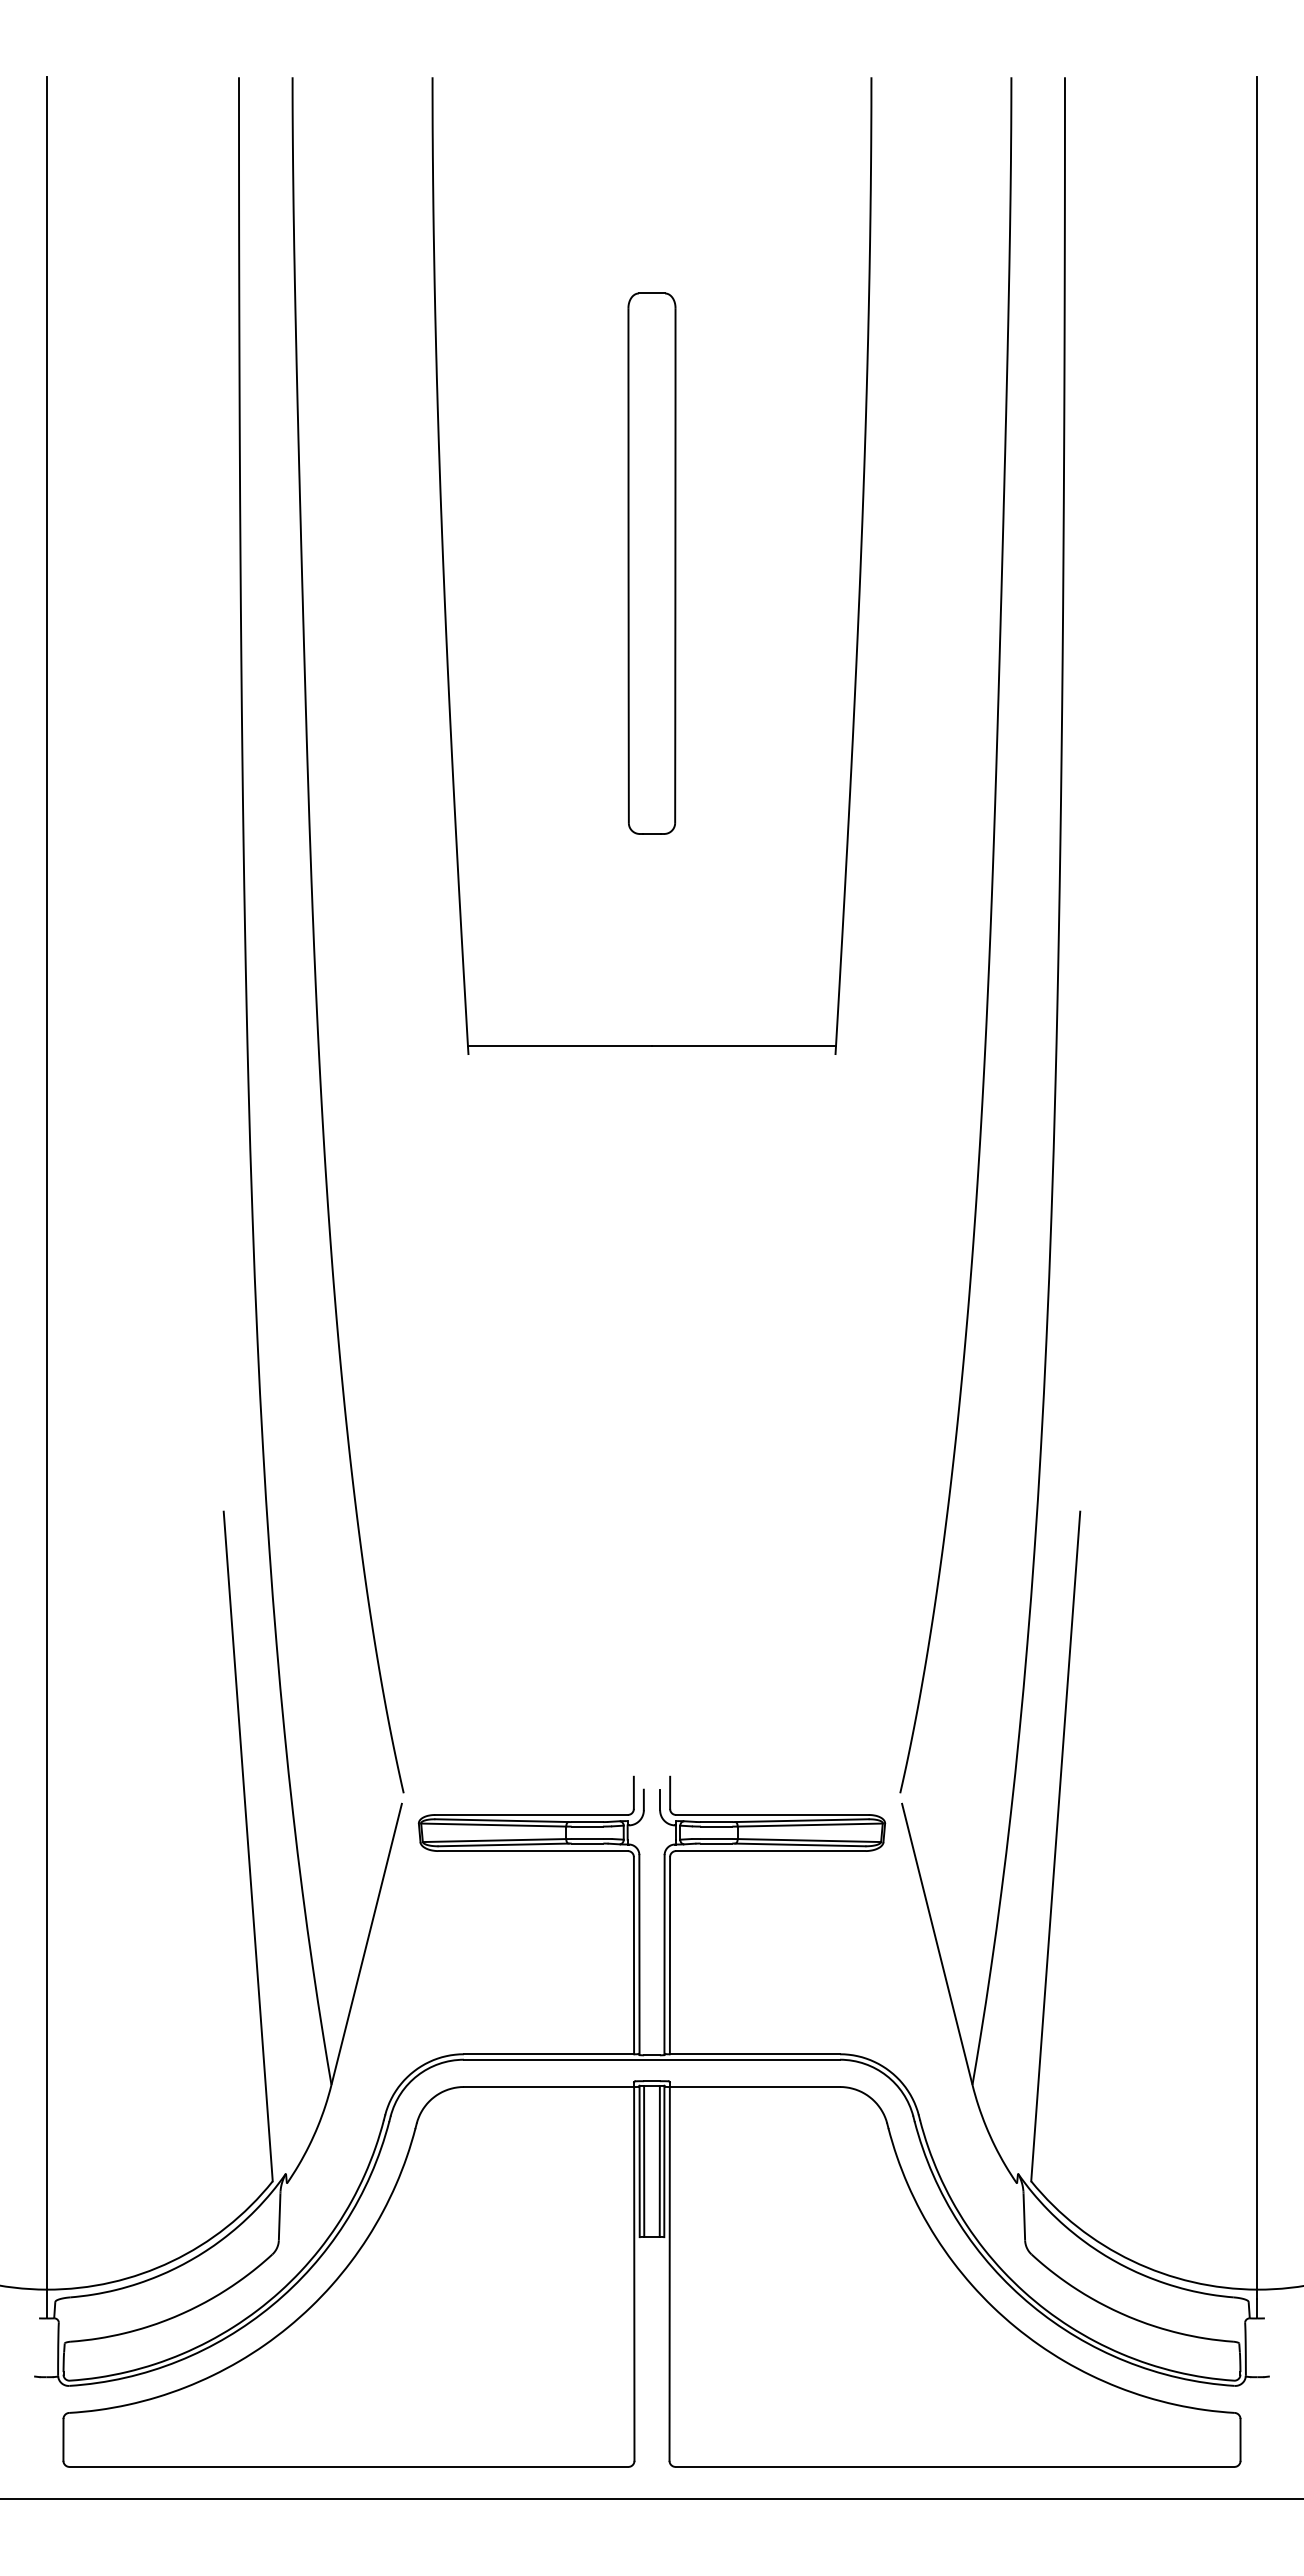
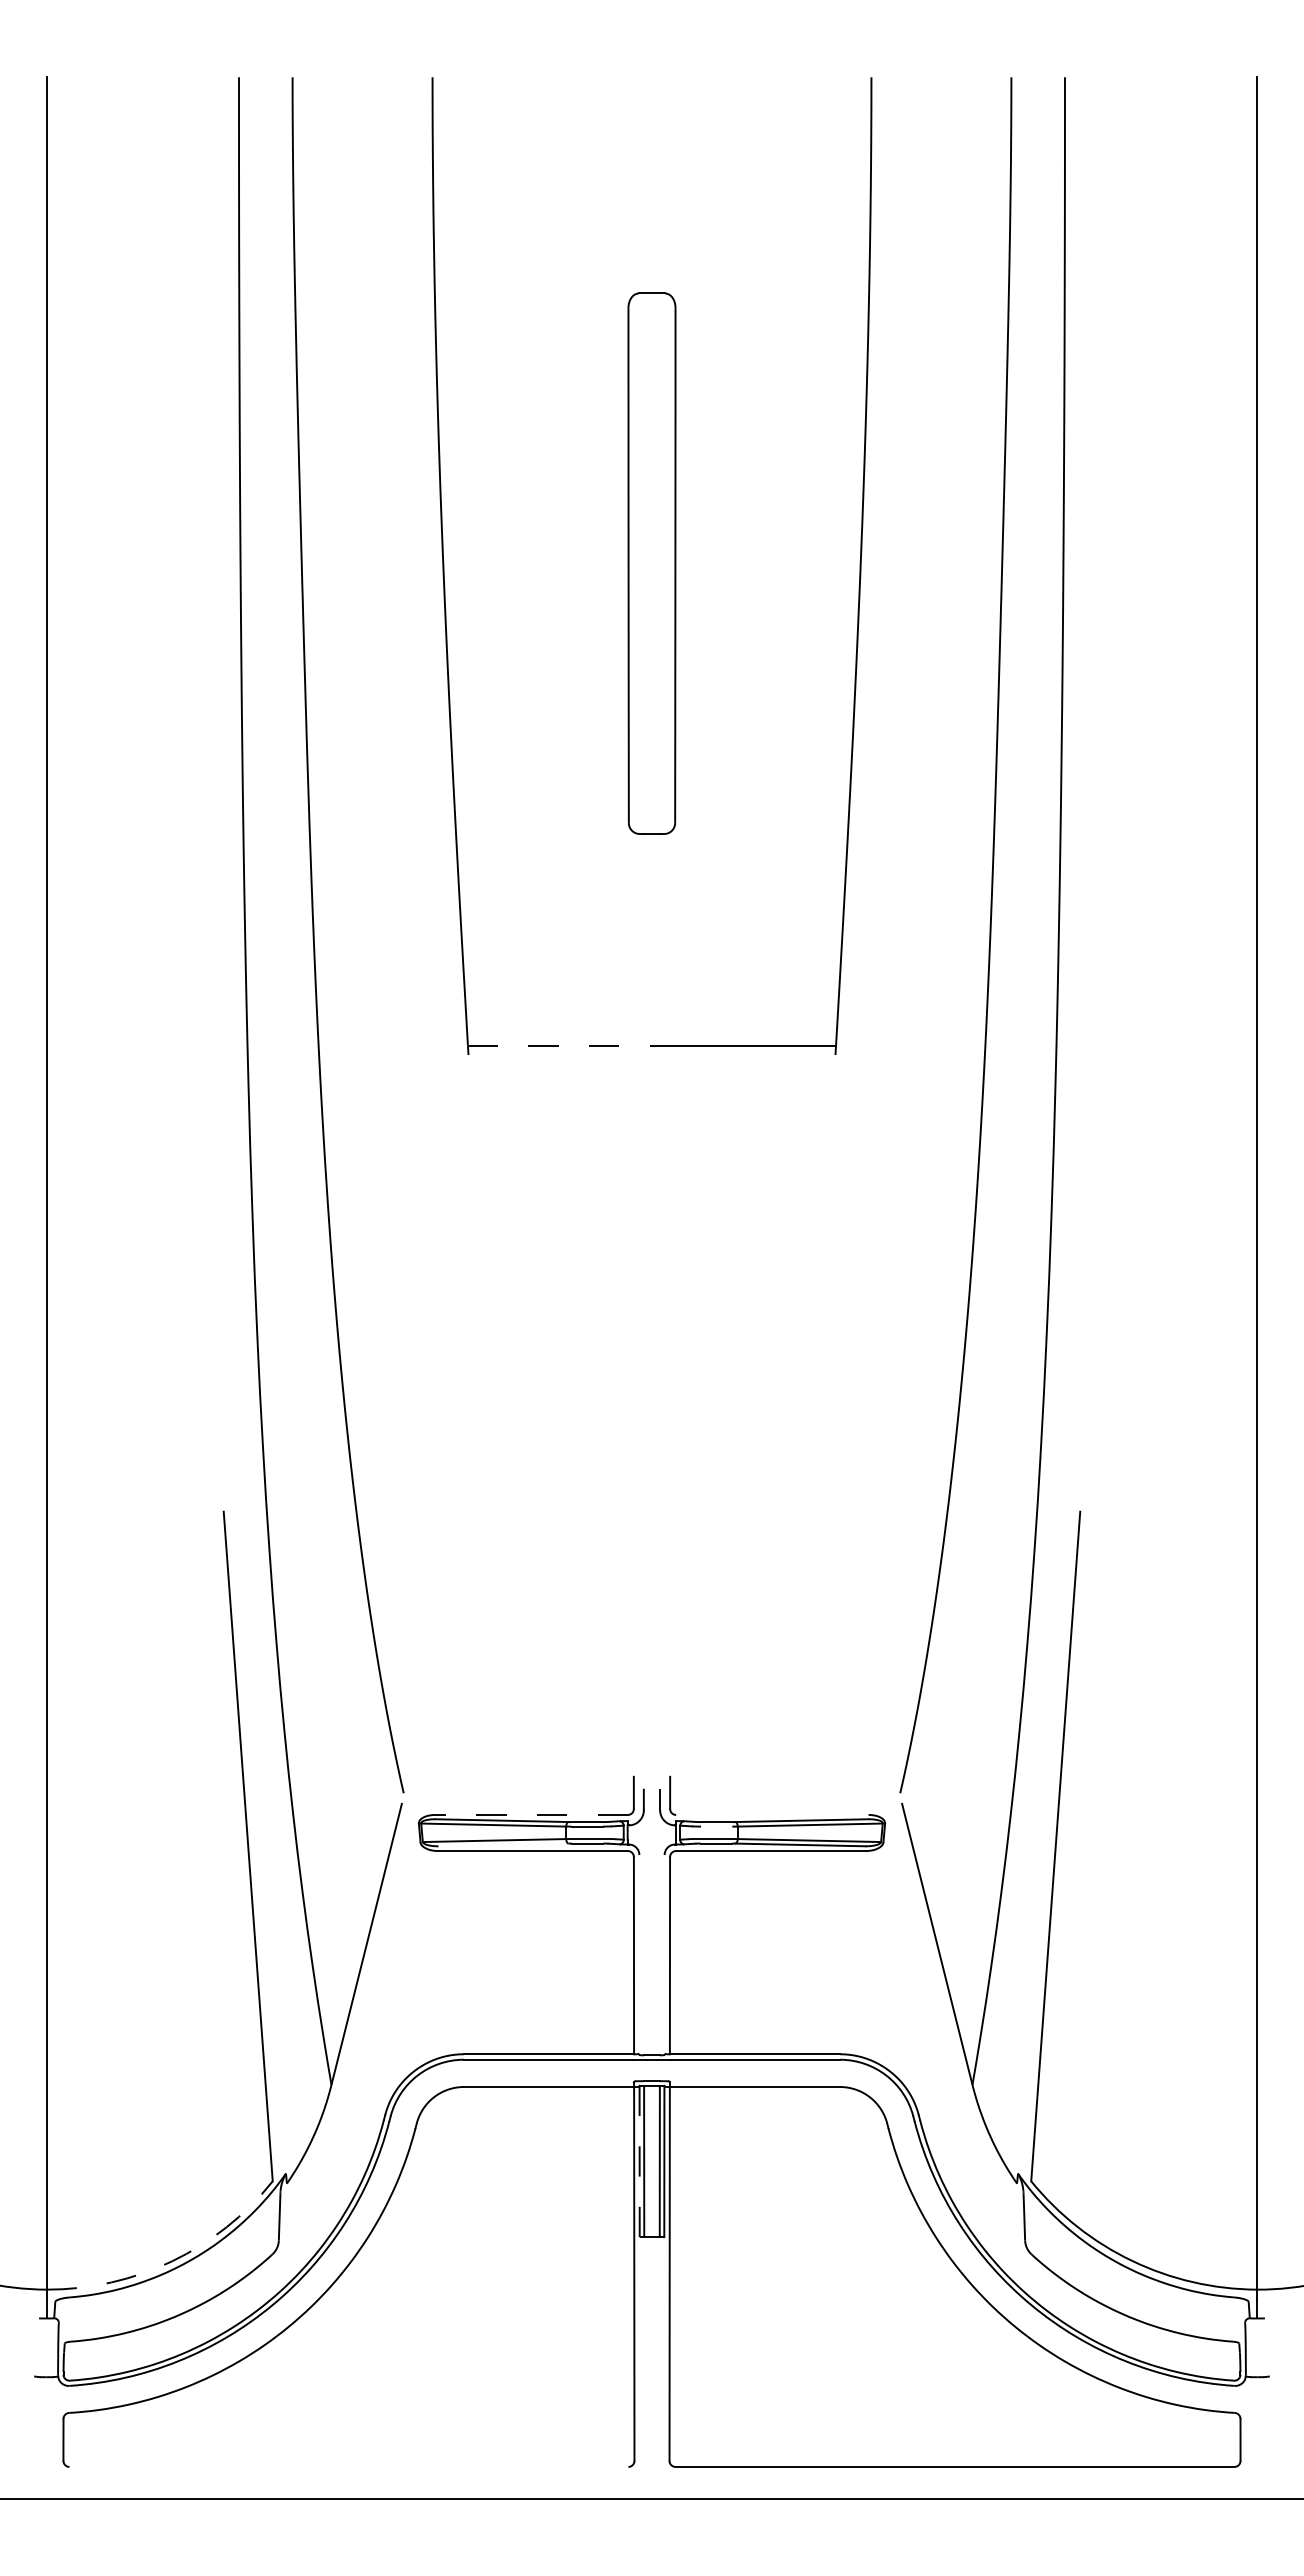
line at (560, 1045): solid -> dashed
line at (531, 1814): solid -> dashed
line at (772, 1814): present -> none
line at (716, 1826): present -> none
line at (503, 1844): present -> none
line at (639, 1954): present -> none
line at (664, 1954): present -> none
line at (639, 2161): solid -> dashed
arc at (172, 2261): solid -> dashed
line at (348, 2466): present -> none
